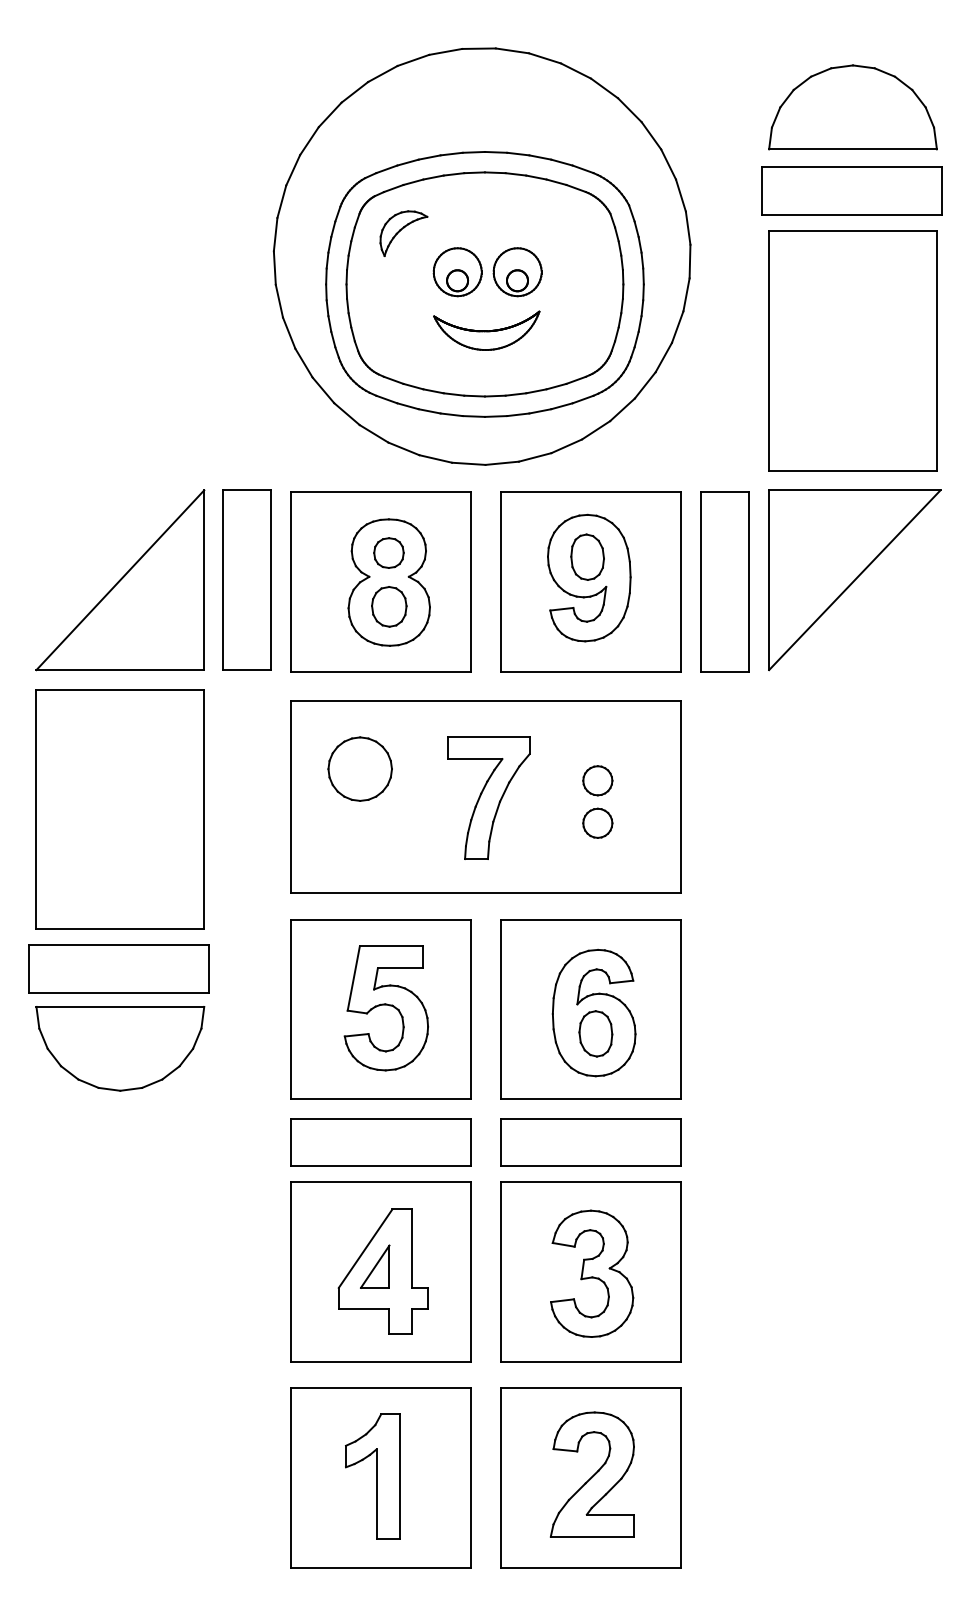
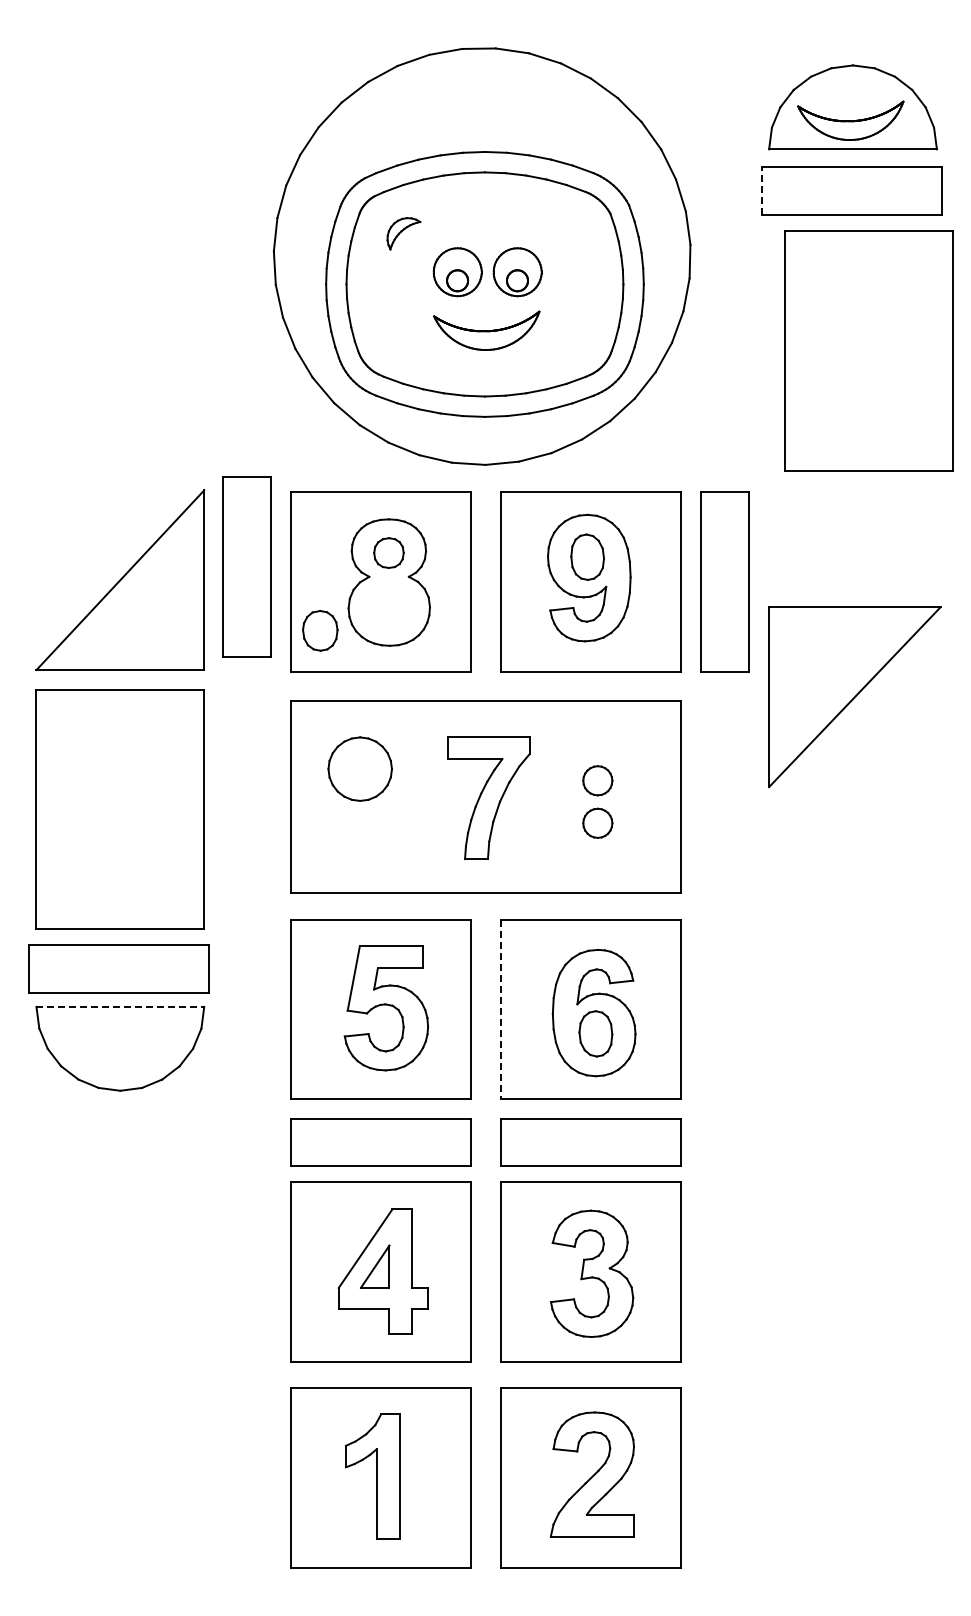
part at (850, 120): none -> present
line at (761, 190): solid -> dashed
part at (403, 233) size: 50x48 px -> 36x34 px
part at (852, 350) position: (852, 350) -> (868, 350)
part at (246, 579) position: (246, 579) -> (246, 566)
part at (854, 580) position: (854, 580) -> (854, 697)
part at (389, 606) position: (389, 606) -> (320, 630)
line at (120, 1006): solid -> dashed
line at (500, 1009): solid -> dashed
